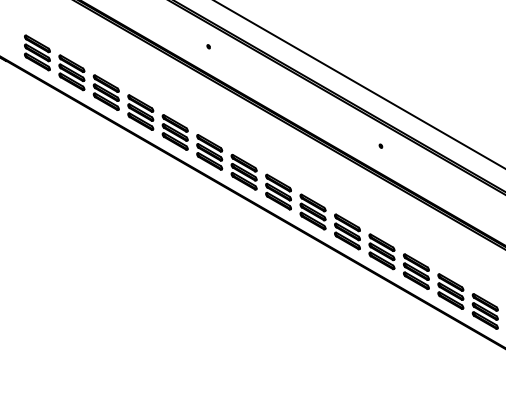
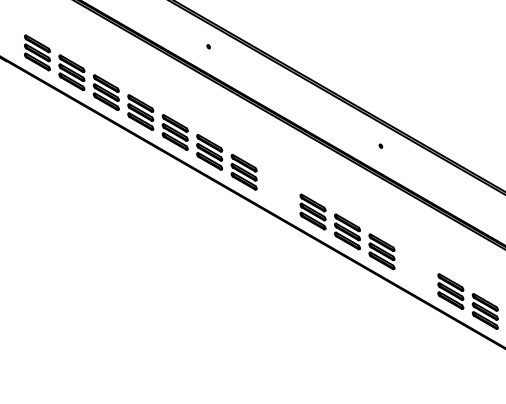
line at (359, 84): present -> none
part at (278, 191): present -> none
part at (416, 271): present -> none
